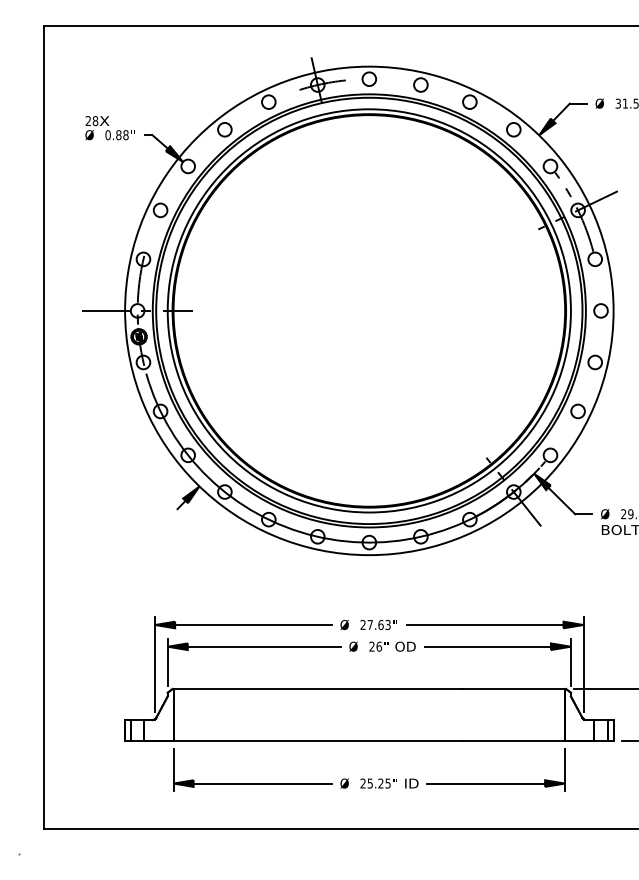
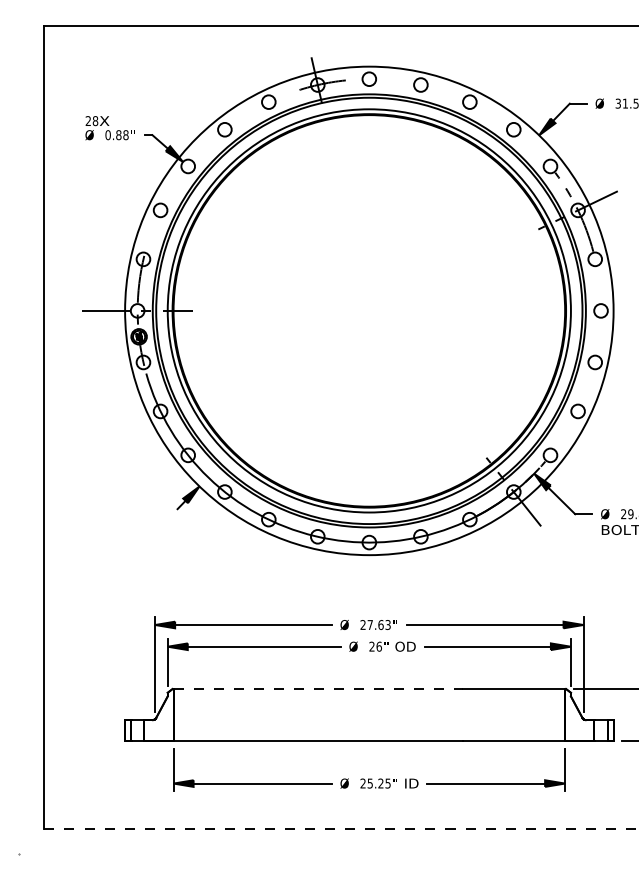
line at (318, 689): solid -> dashed
line at (341, 828): solid -> dashed
